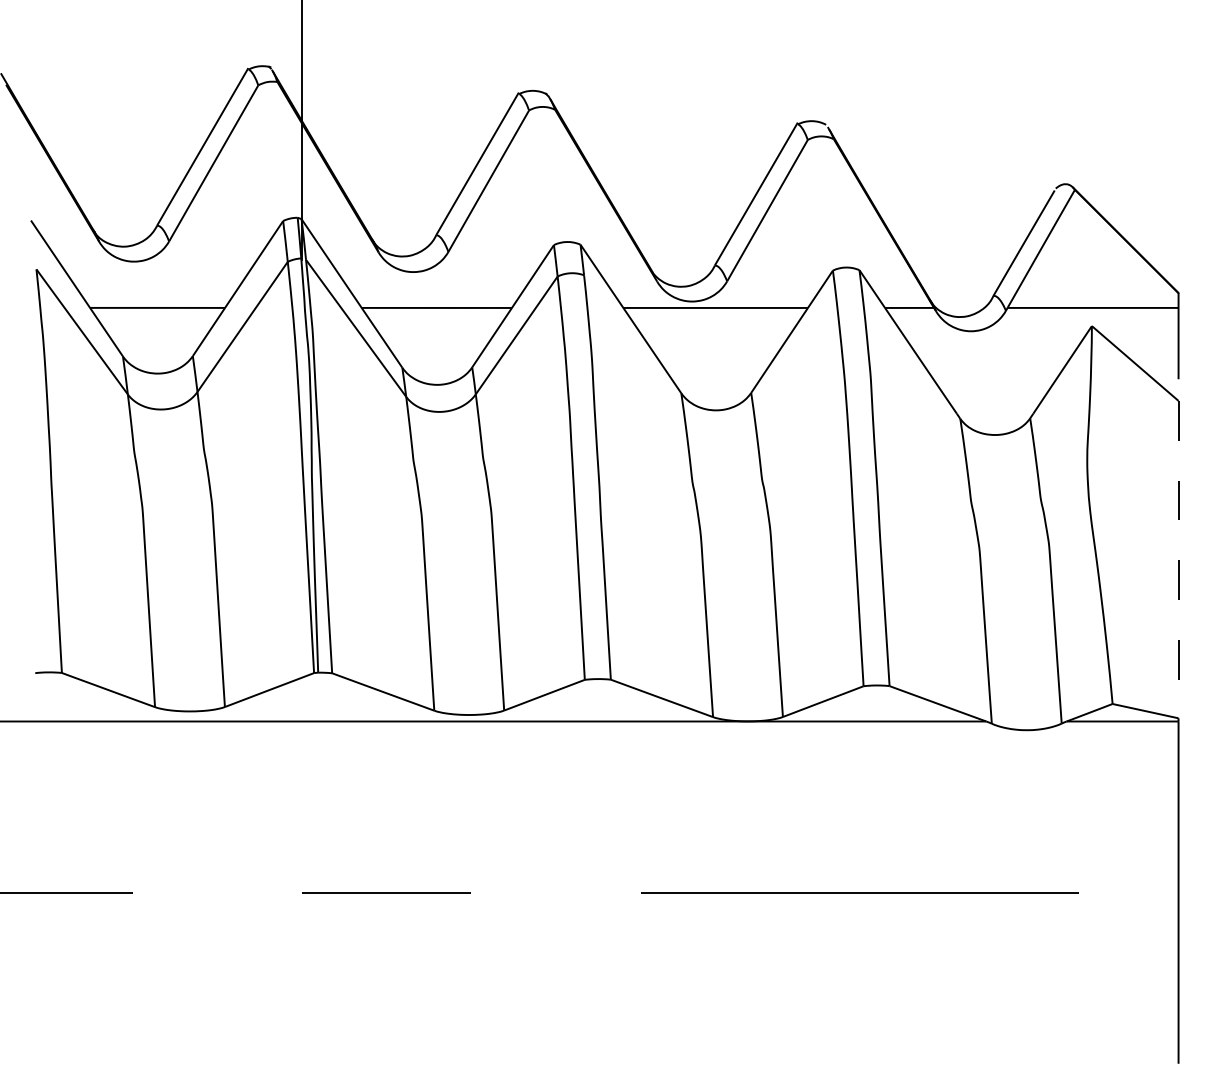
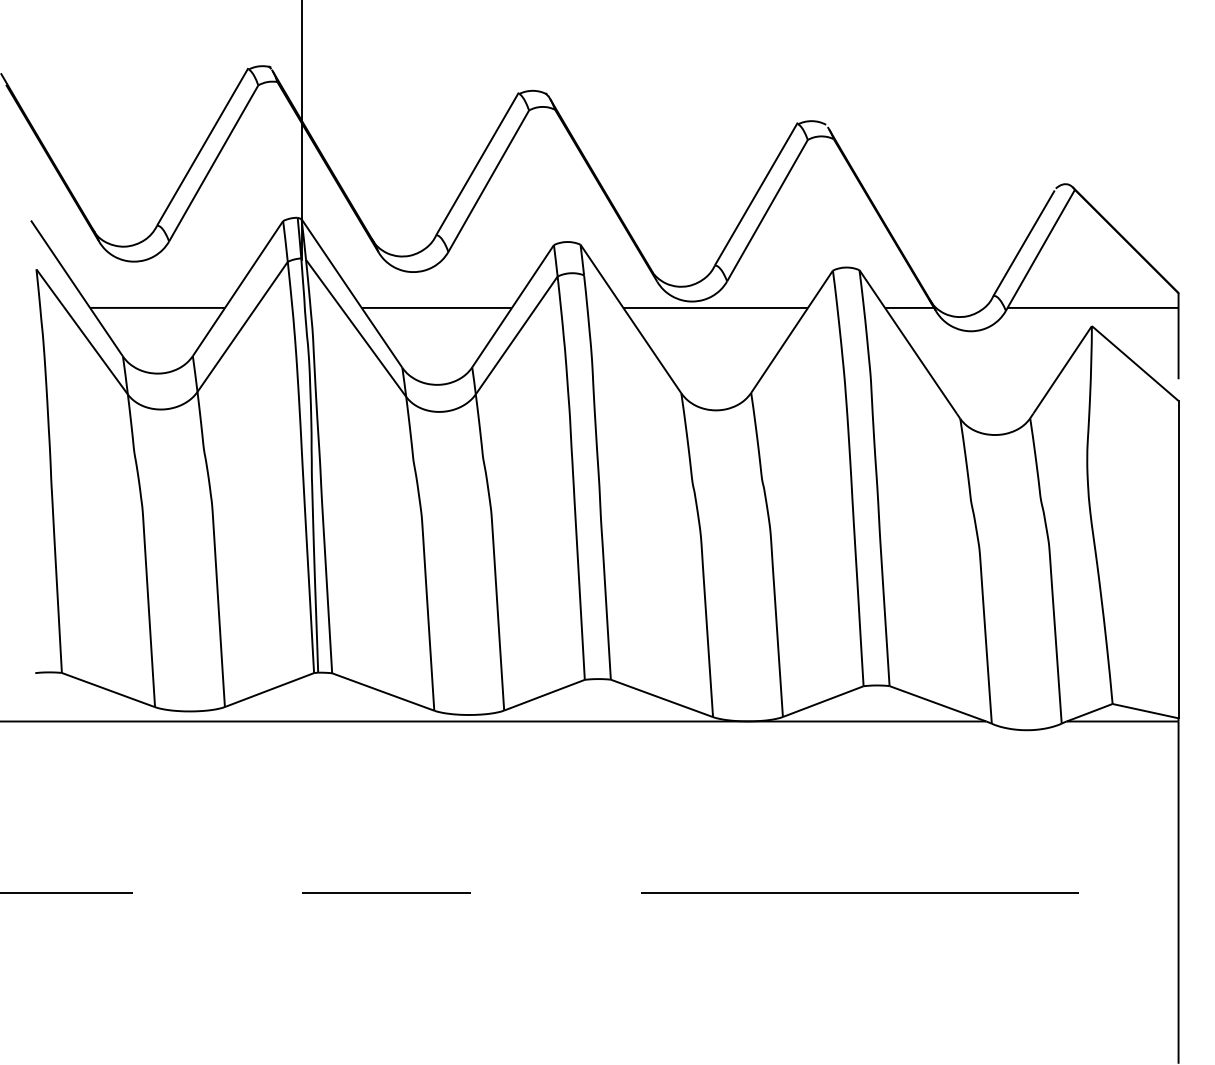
line at (1178, 559): dashed -> solid
